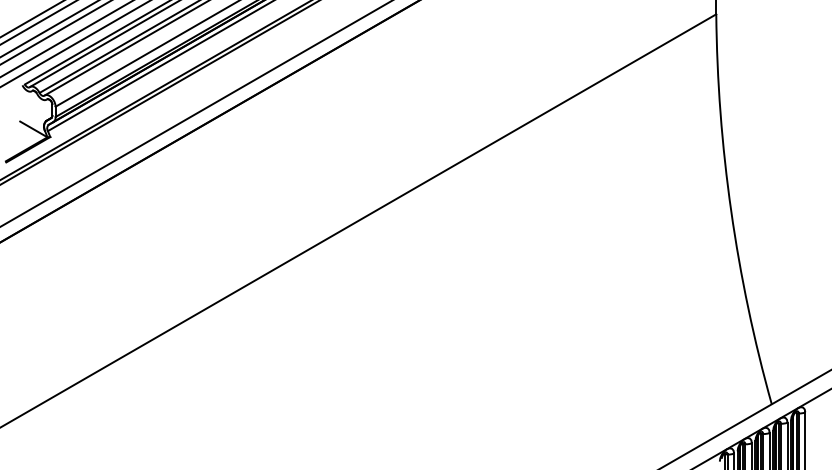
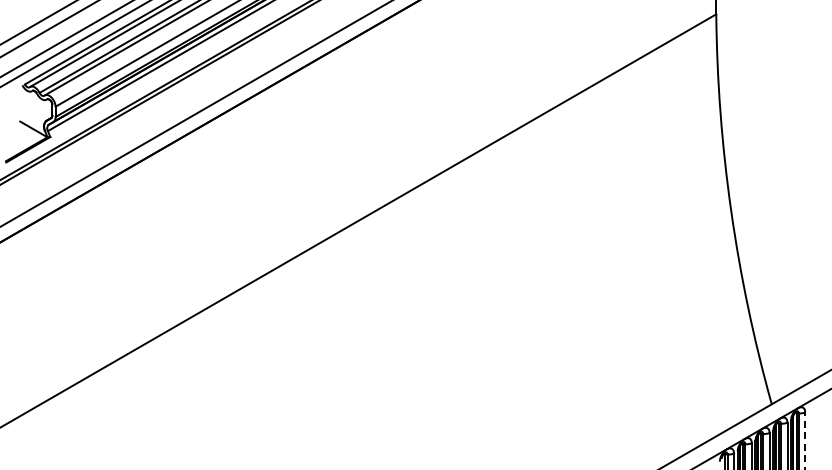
line at (31, 19): present -> none
line at (55, 32): present -> none
line at (805, 441): solid -> dashed
